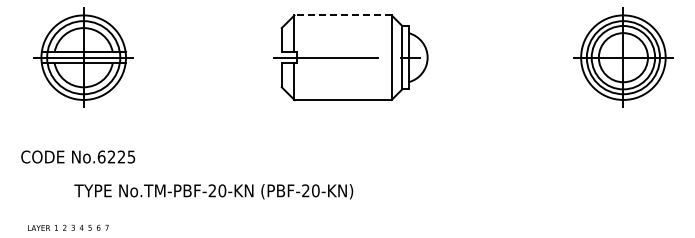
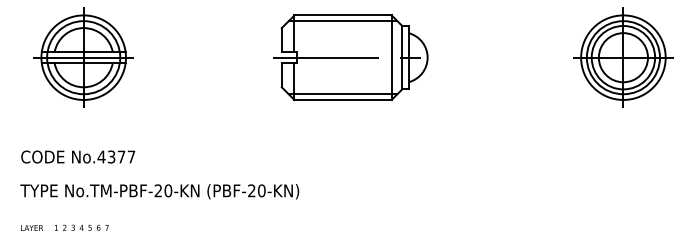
line at (343, 15): dashed -> solid
line at (342, 21): none -> present
line at (342, 94): none -> present
text at (116, 156): No.6225 -> No.4377
text at (213, 191) position: (213, 191) -> (159, 191)
text at (38, 227) position: (38, 227) -> (31, 227)
